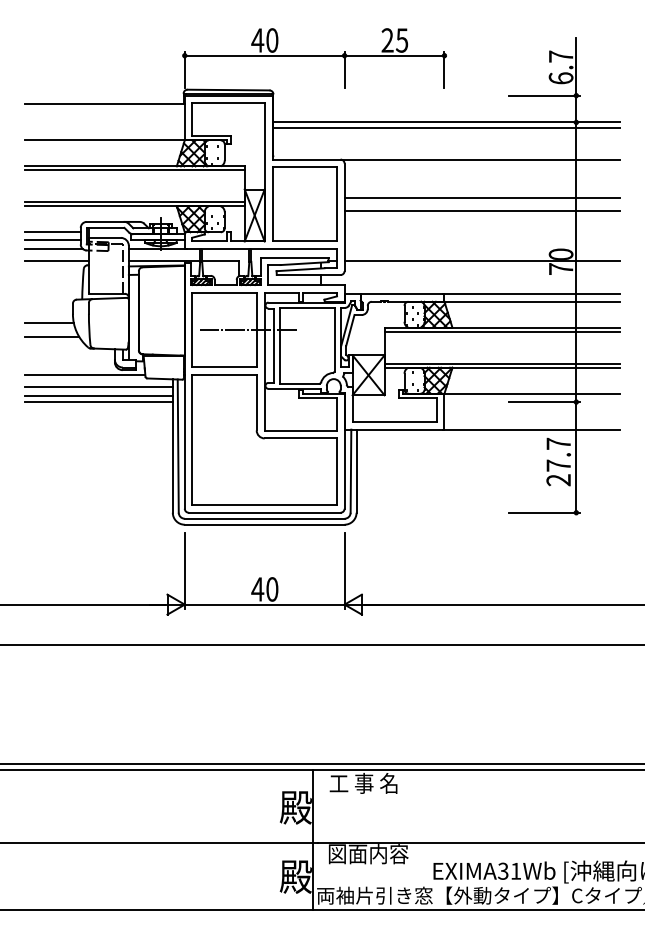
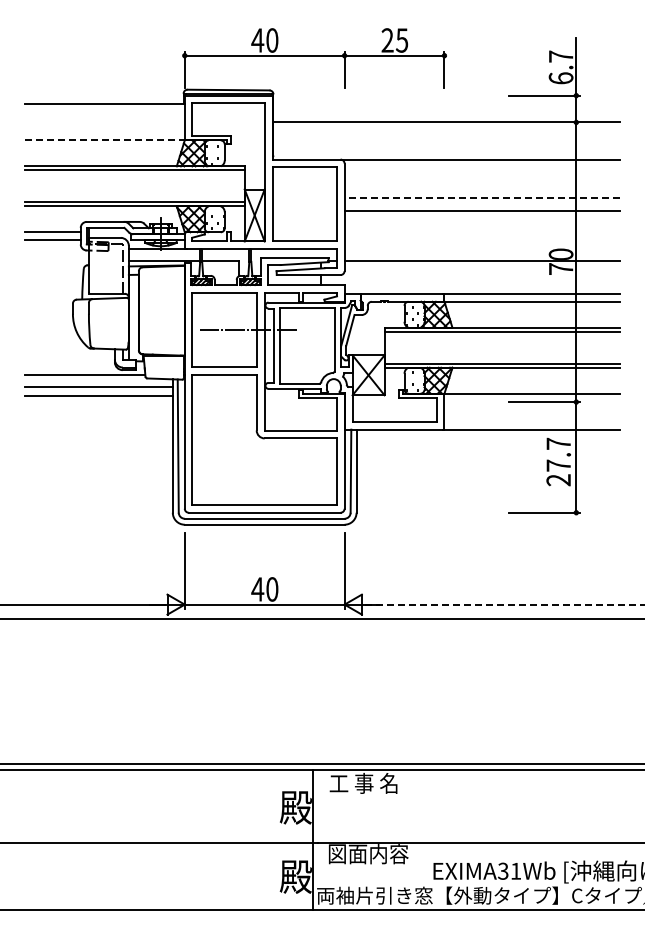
line at (446, 128): present -> none
line at (105, 140): solid -> dashed
line at (482, 197): solid -> dashed
line at (53, 249): present -> none
line at (56, 261): present -> none
line at (49, 322): present -> none
line at (52, 336): present -> none
line at (98, 402): present -> none
line at (504, 604): solid -> dashed
line at (321, 644) position: (321, 644) -> (321, 618)
